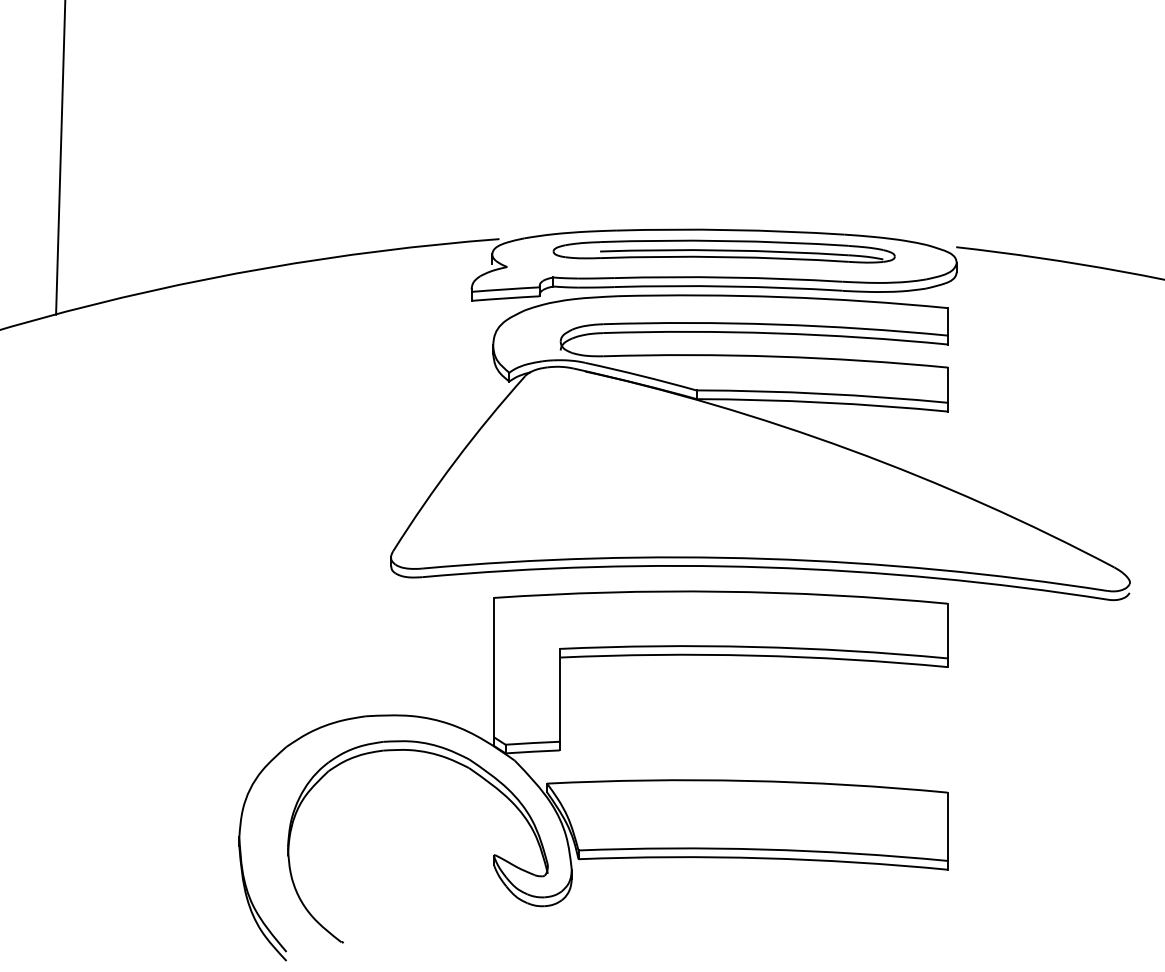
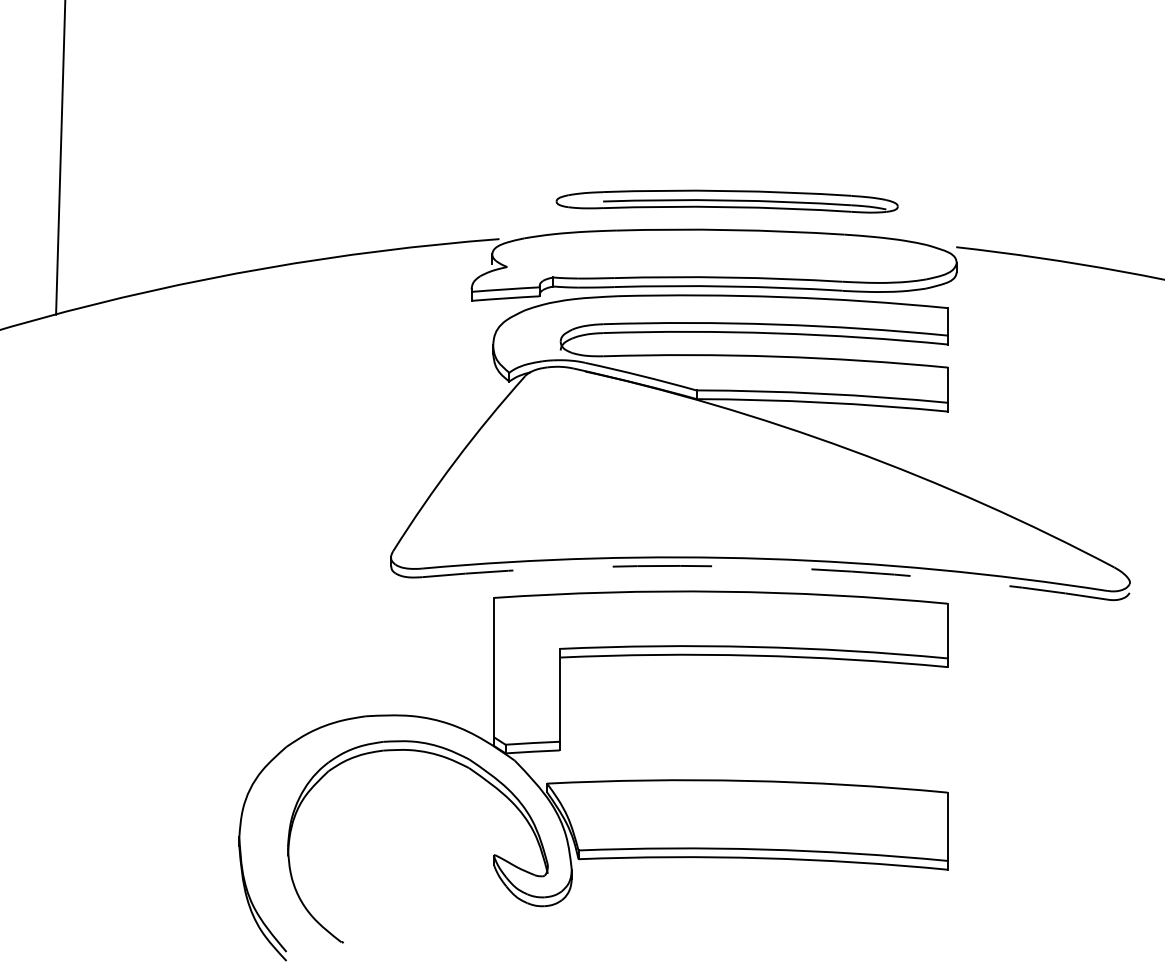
part at (723, 251) position: (723, 251) -> (726, 201)
arc at (766, 567): solid -> dashed
